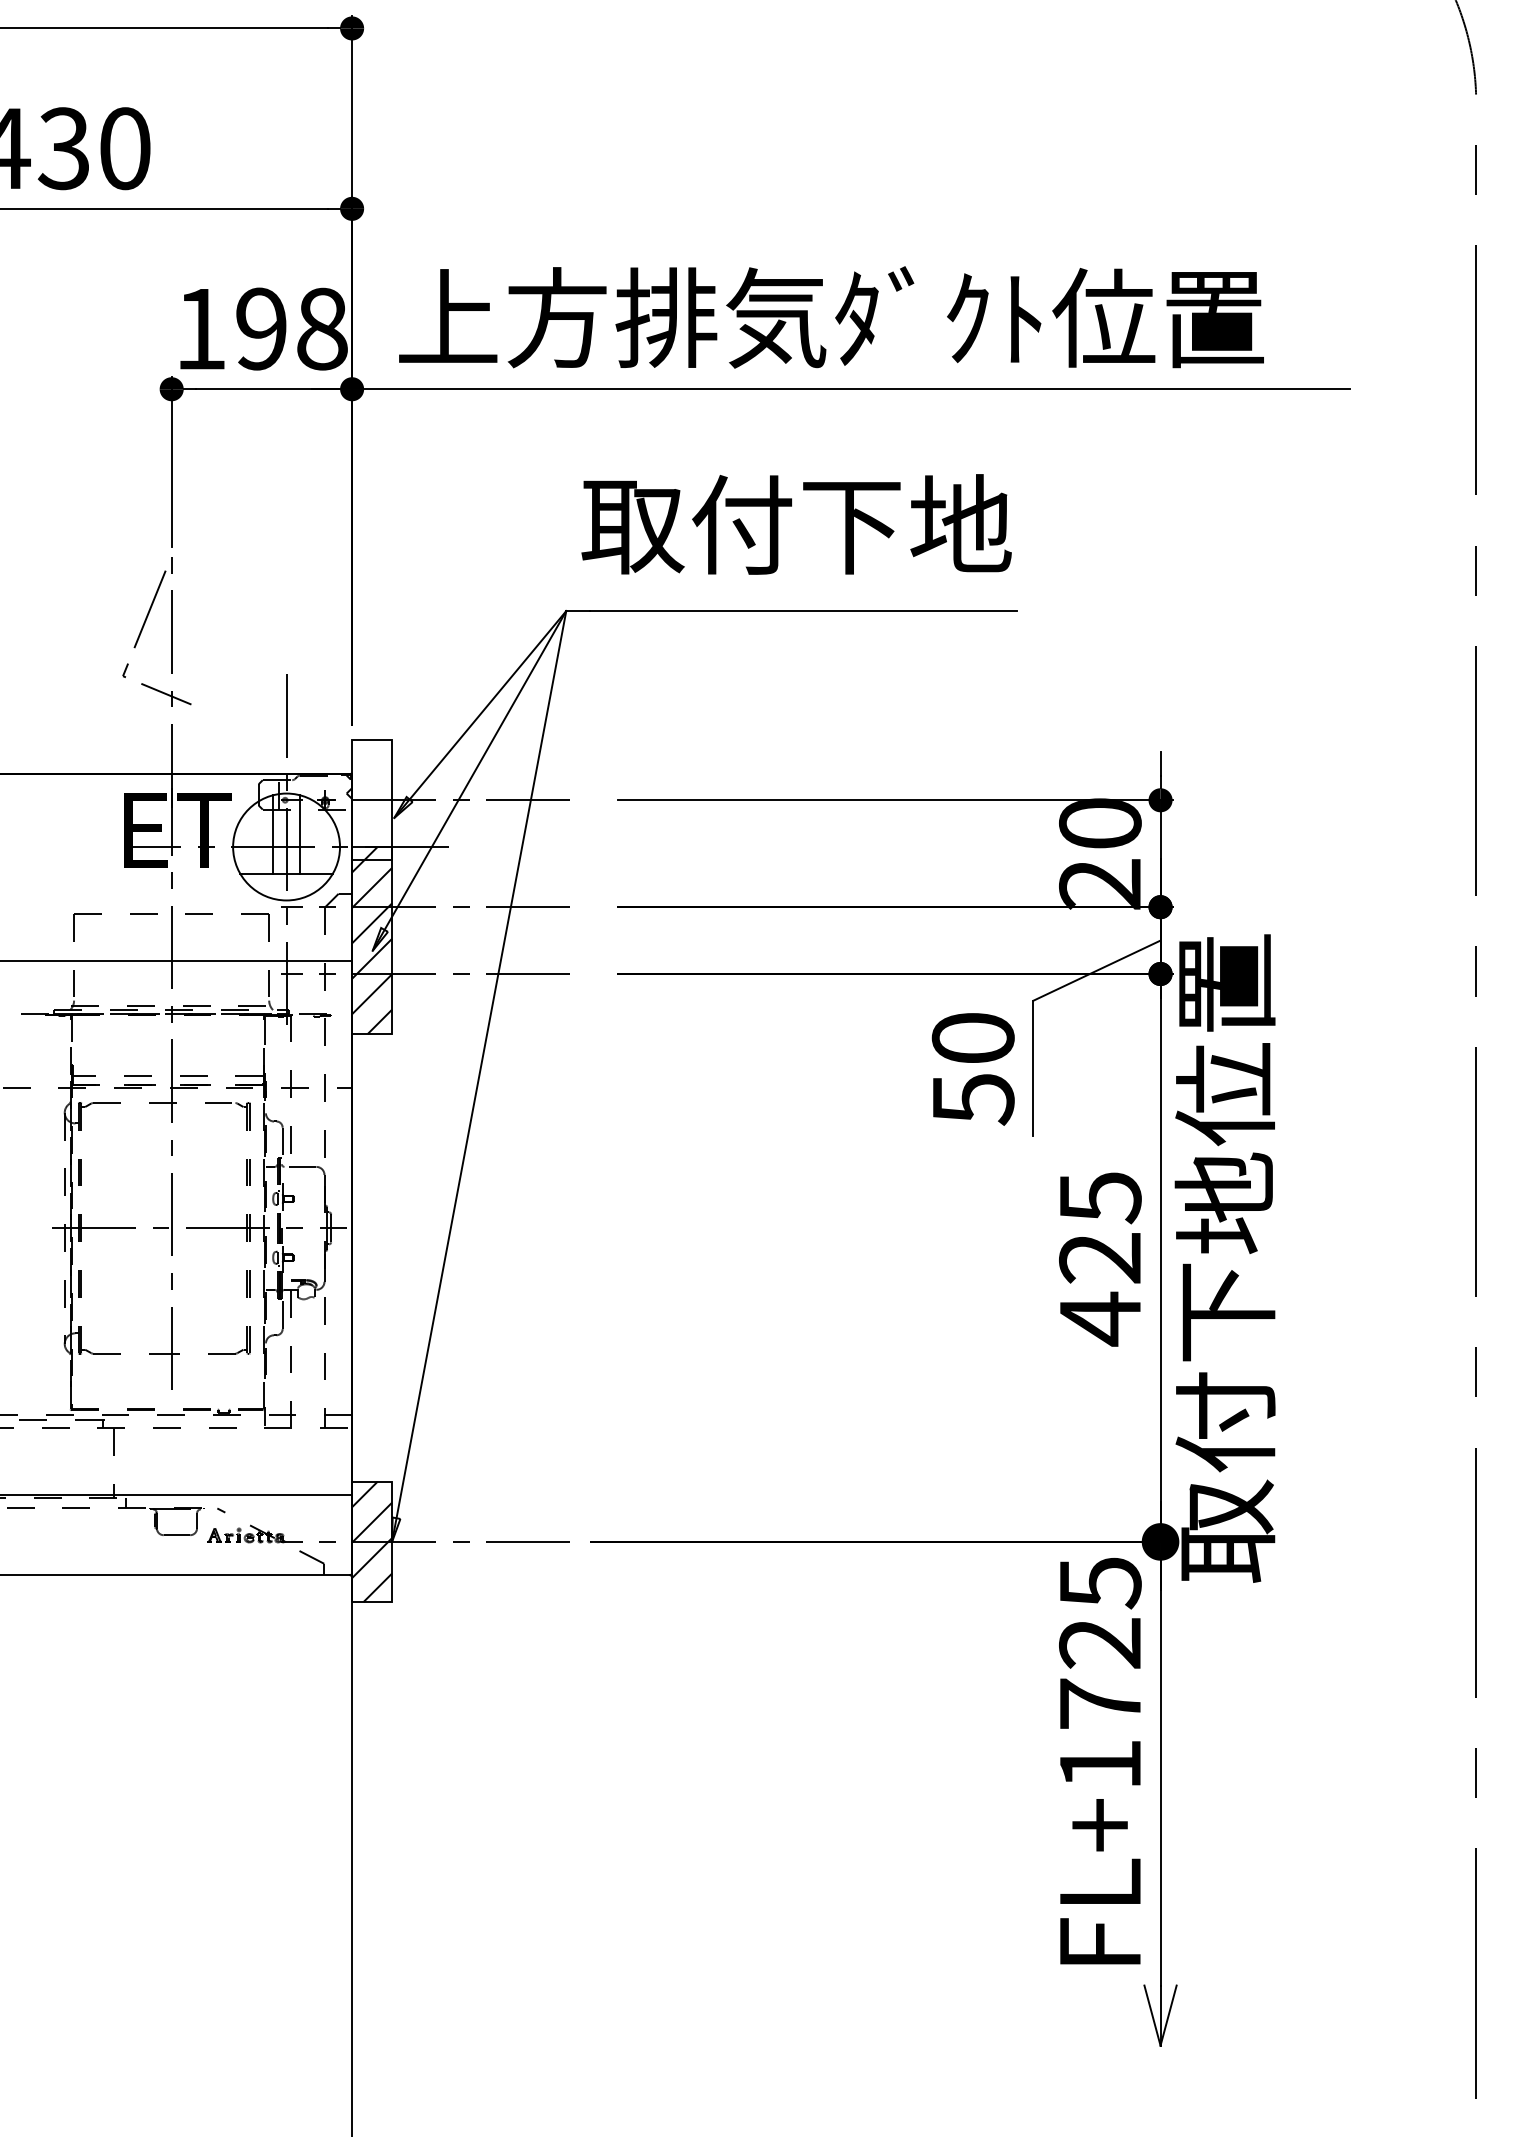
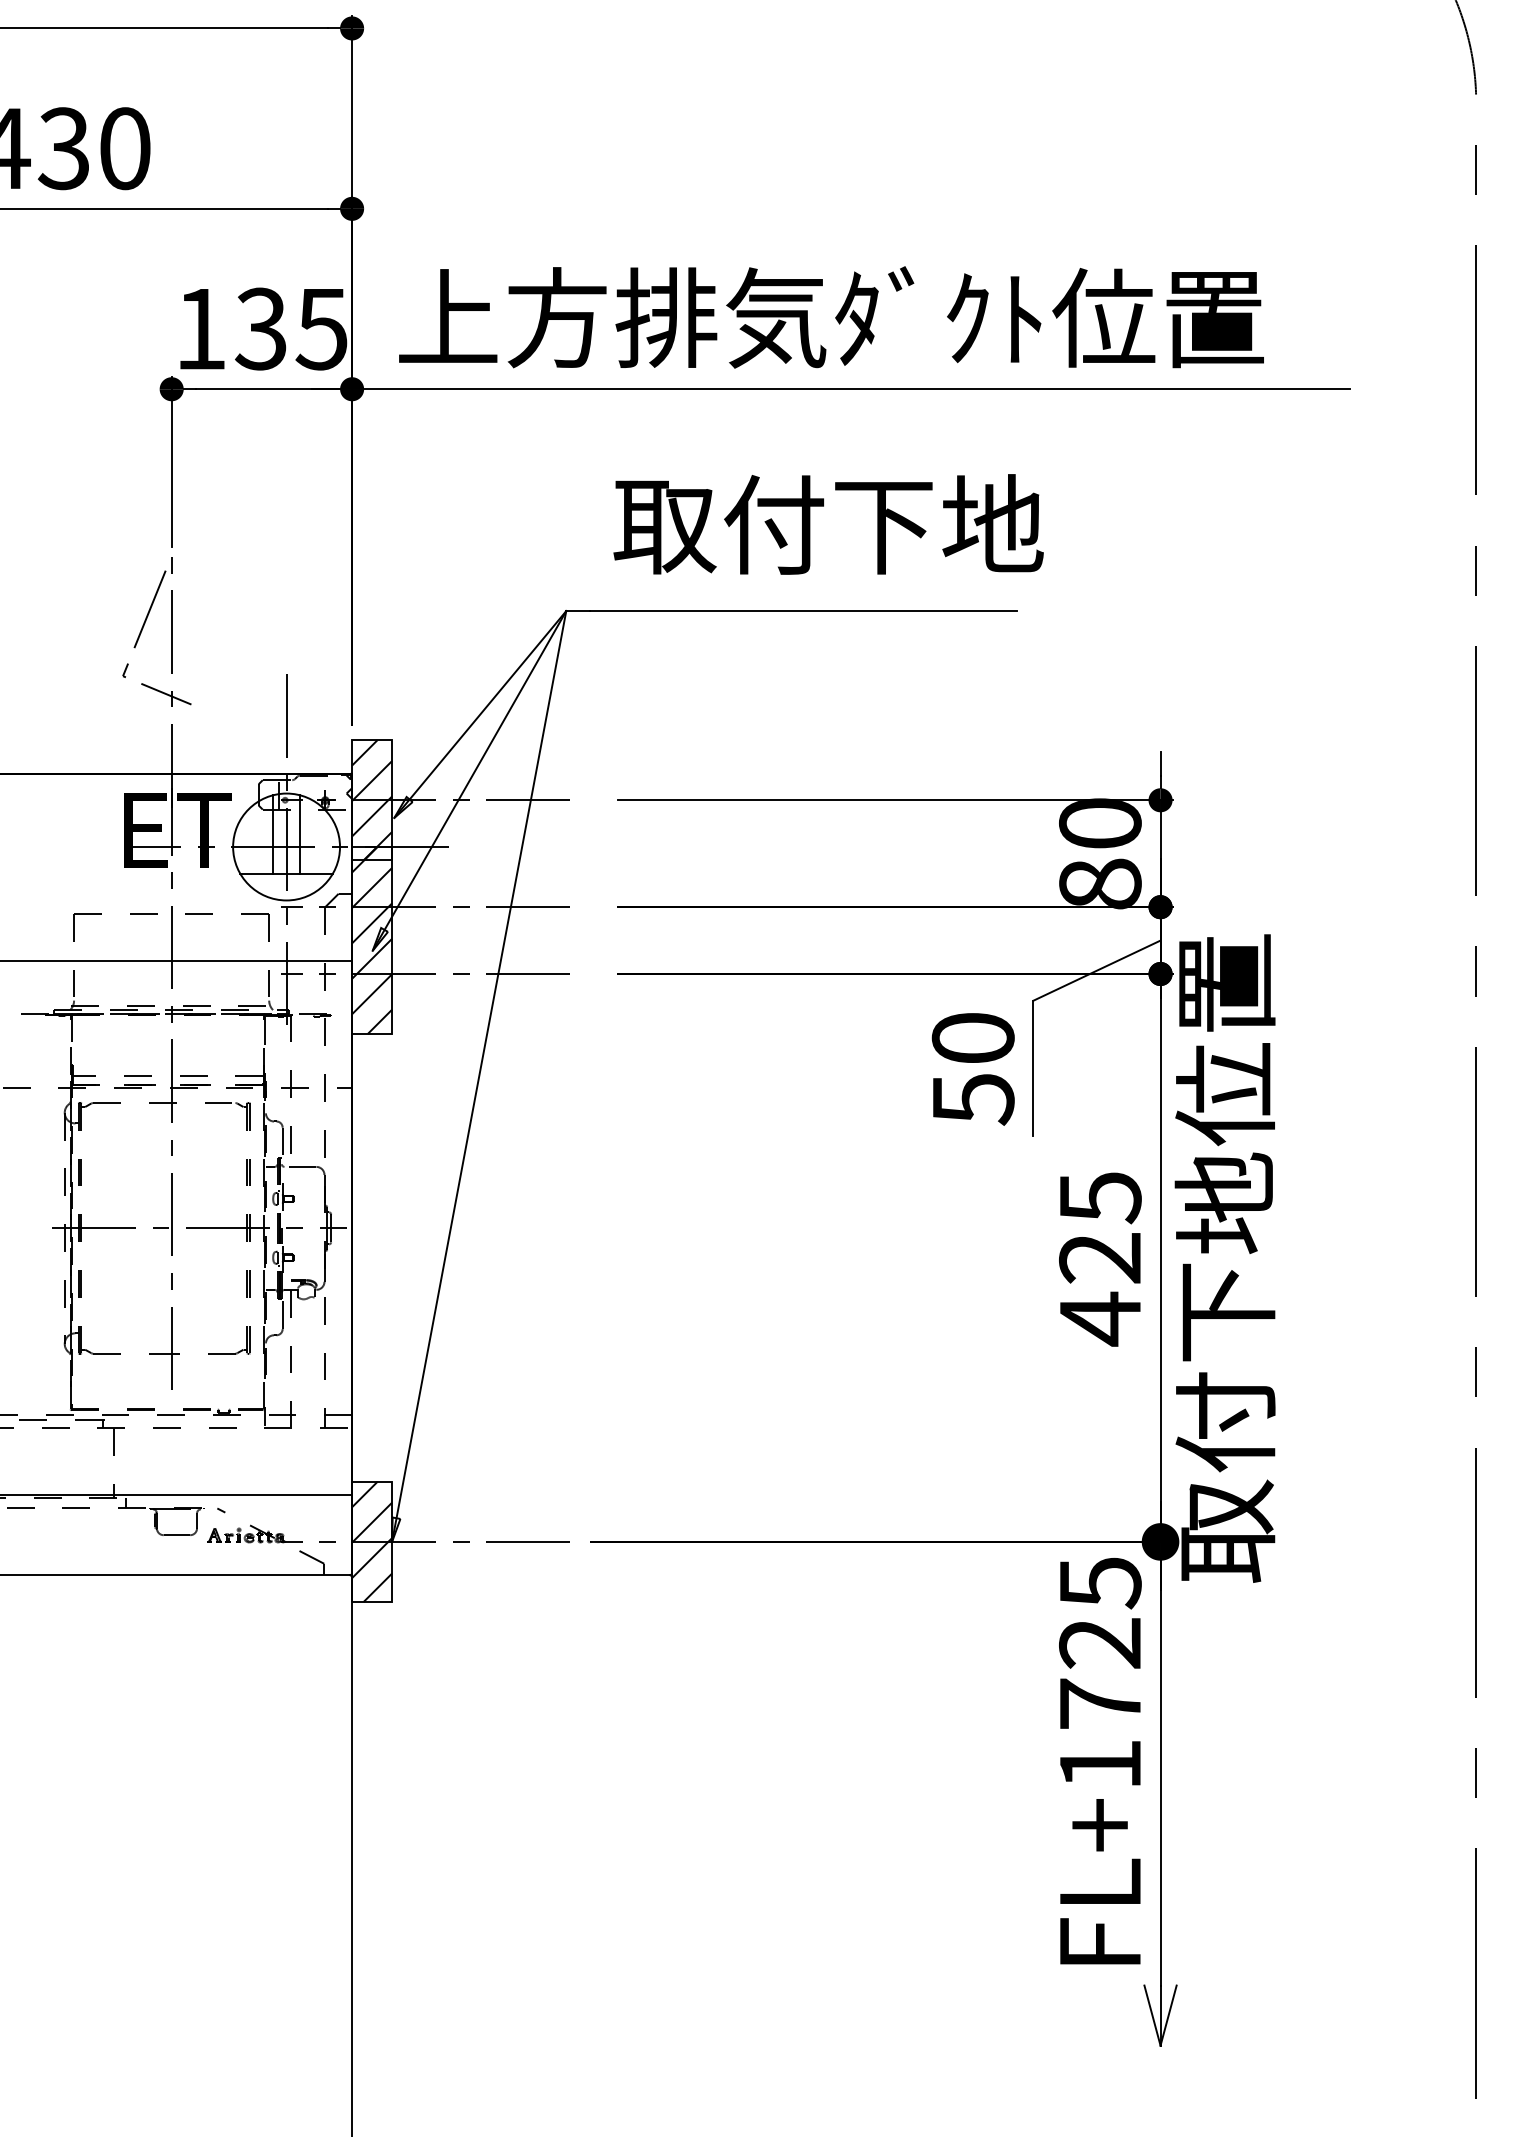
text at (291, 328): 198 -> 135
text at (796, 524) position: (796, 524) -> (828, 524)
hatch at (372, 800): none -> present
text at (1100, 883): 20 -> 80
